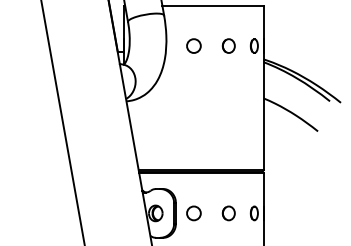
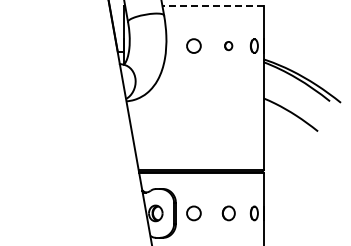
line at (213, 6): solid -> dashed
part at (228, 45) size: 15x16 px -> 10x11 px
line at (62, 122): present -> none
